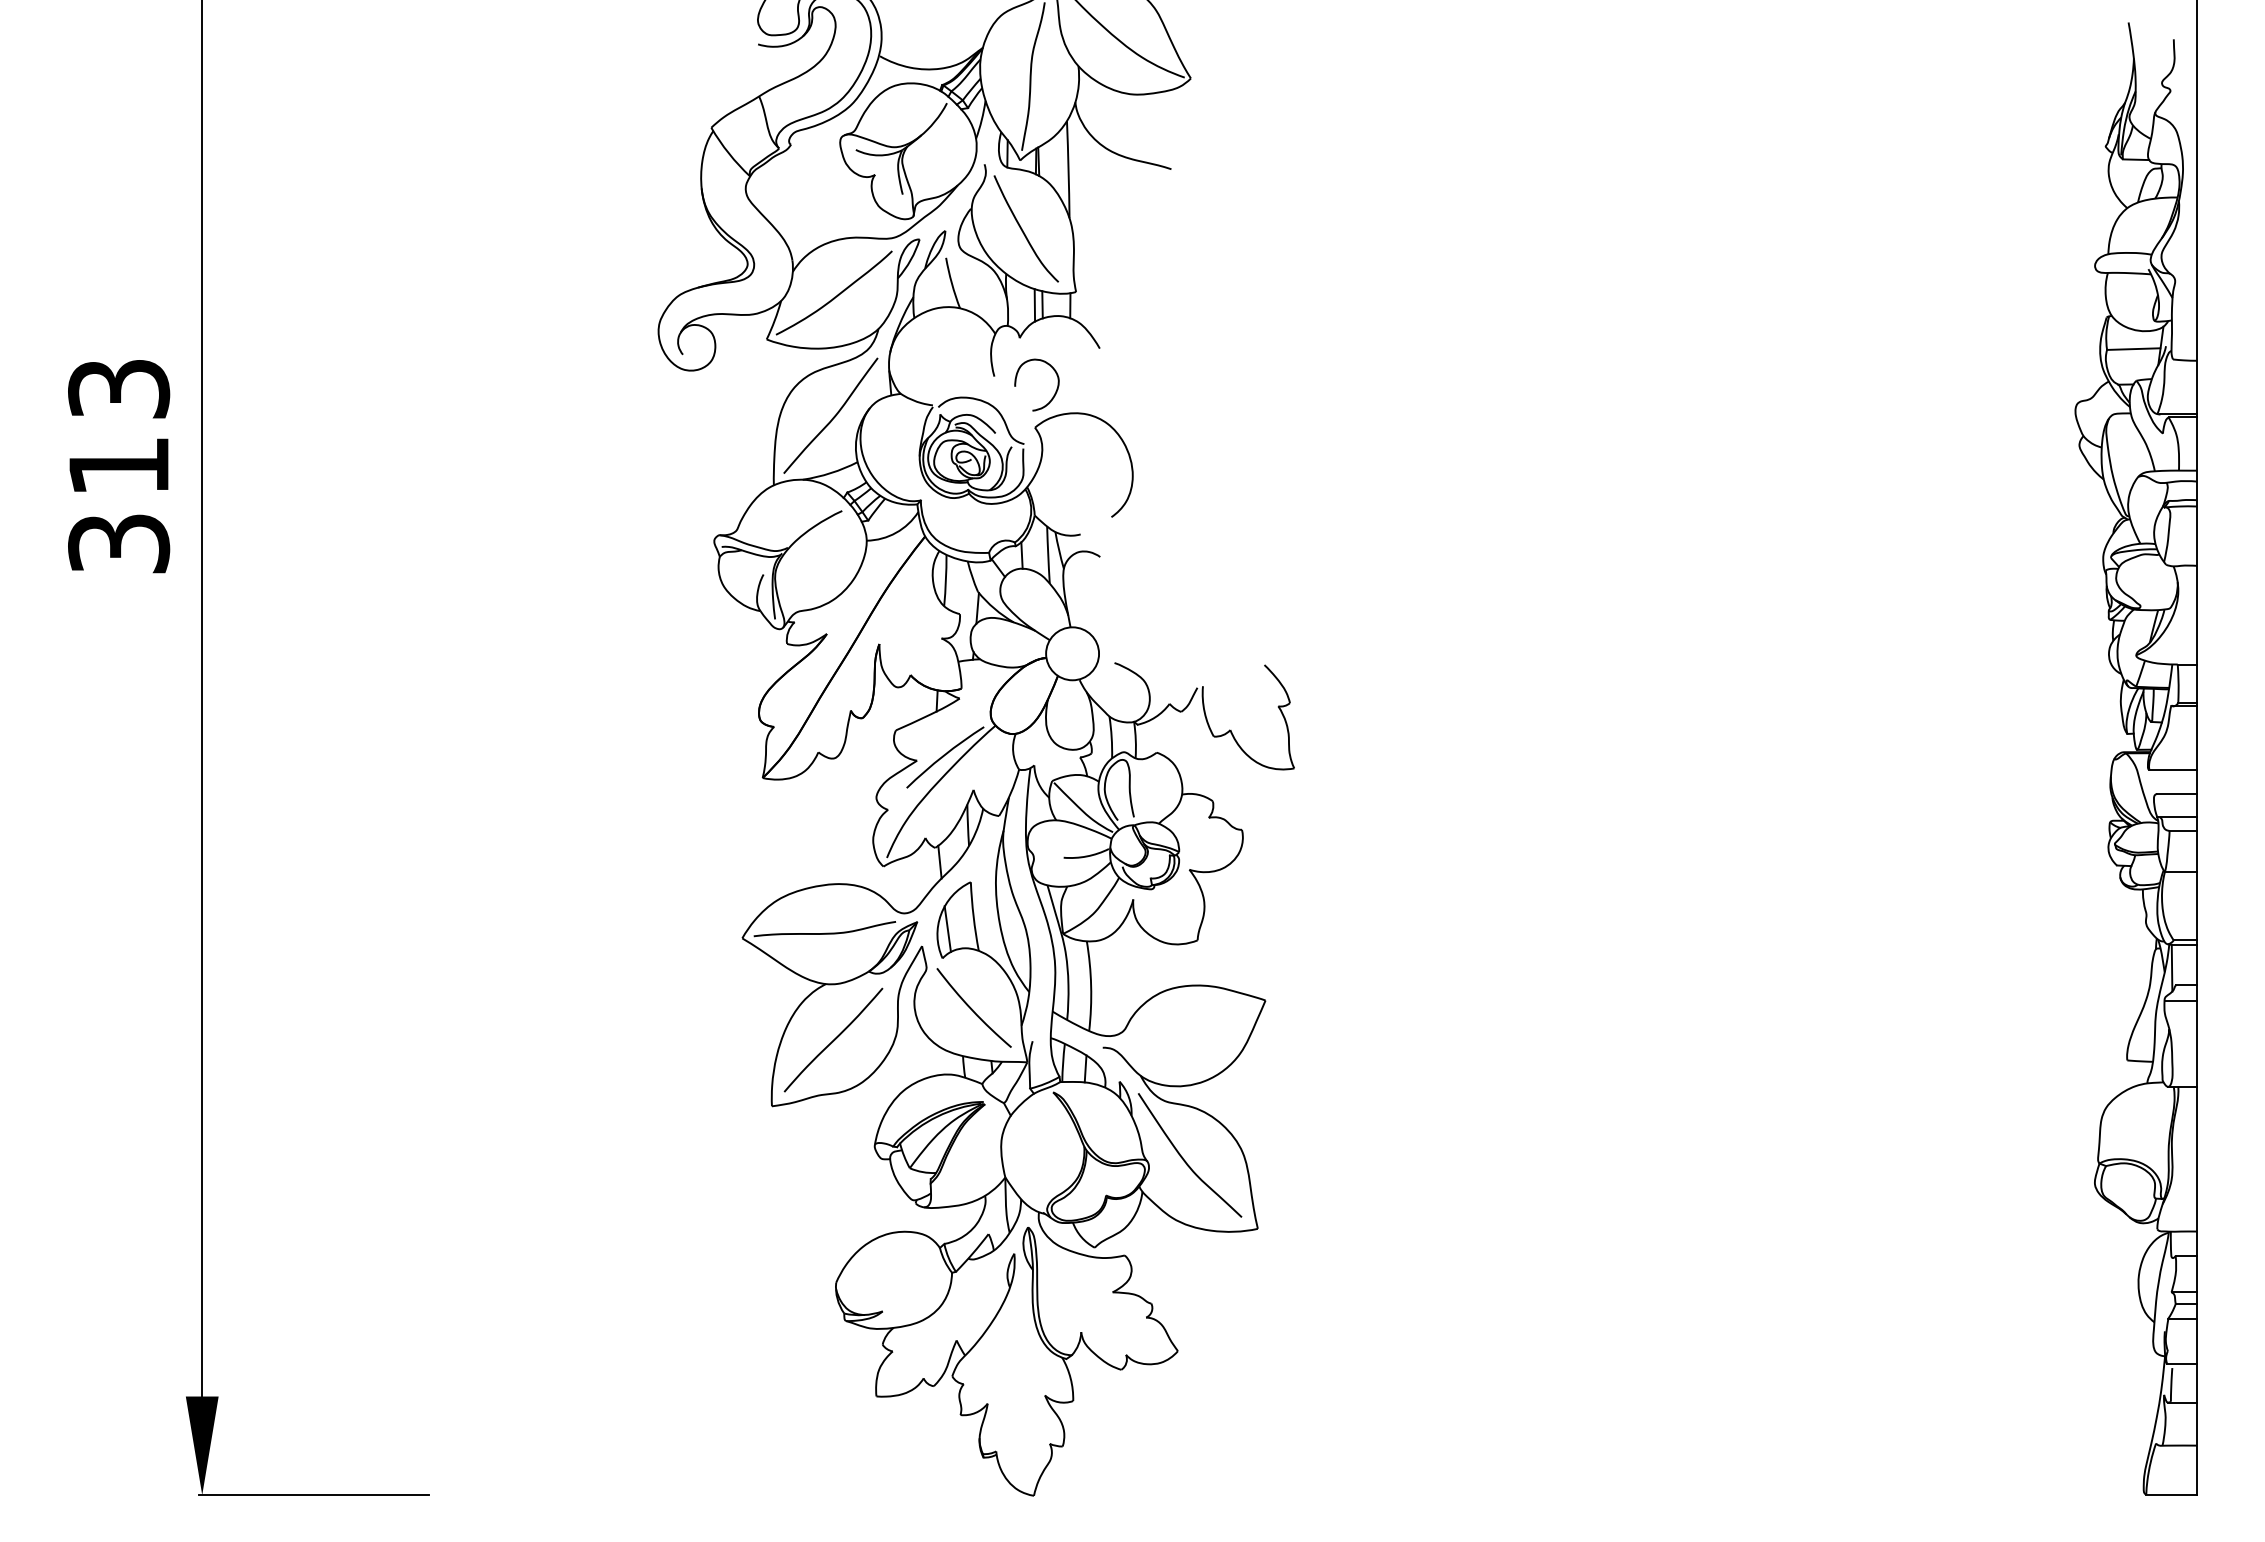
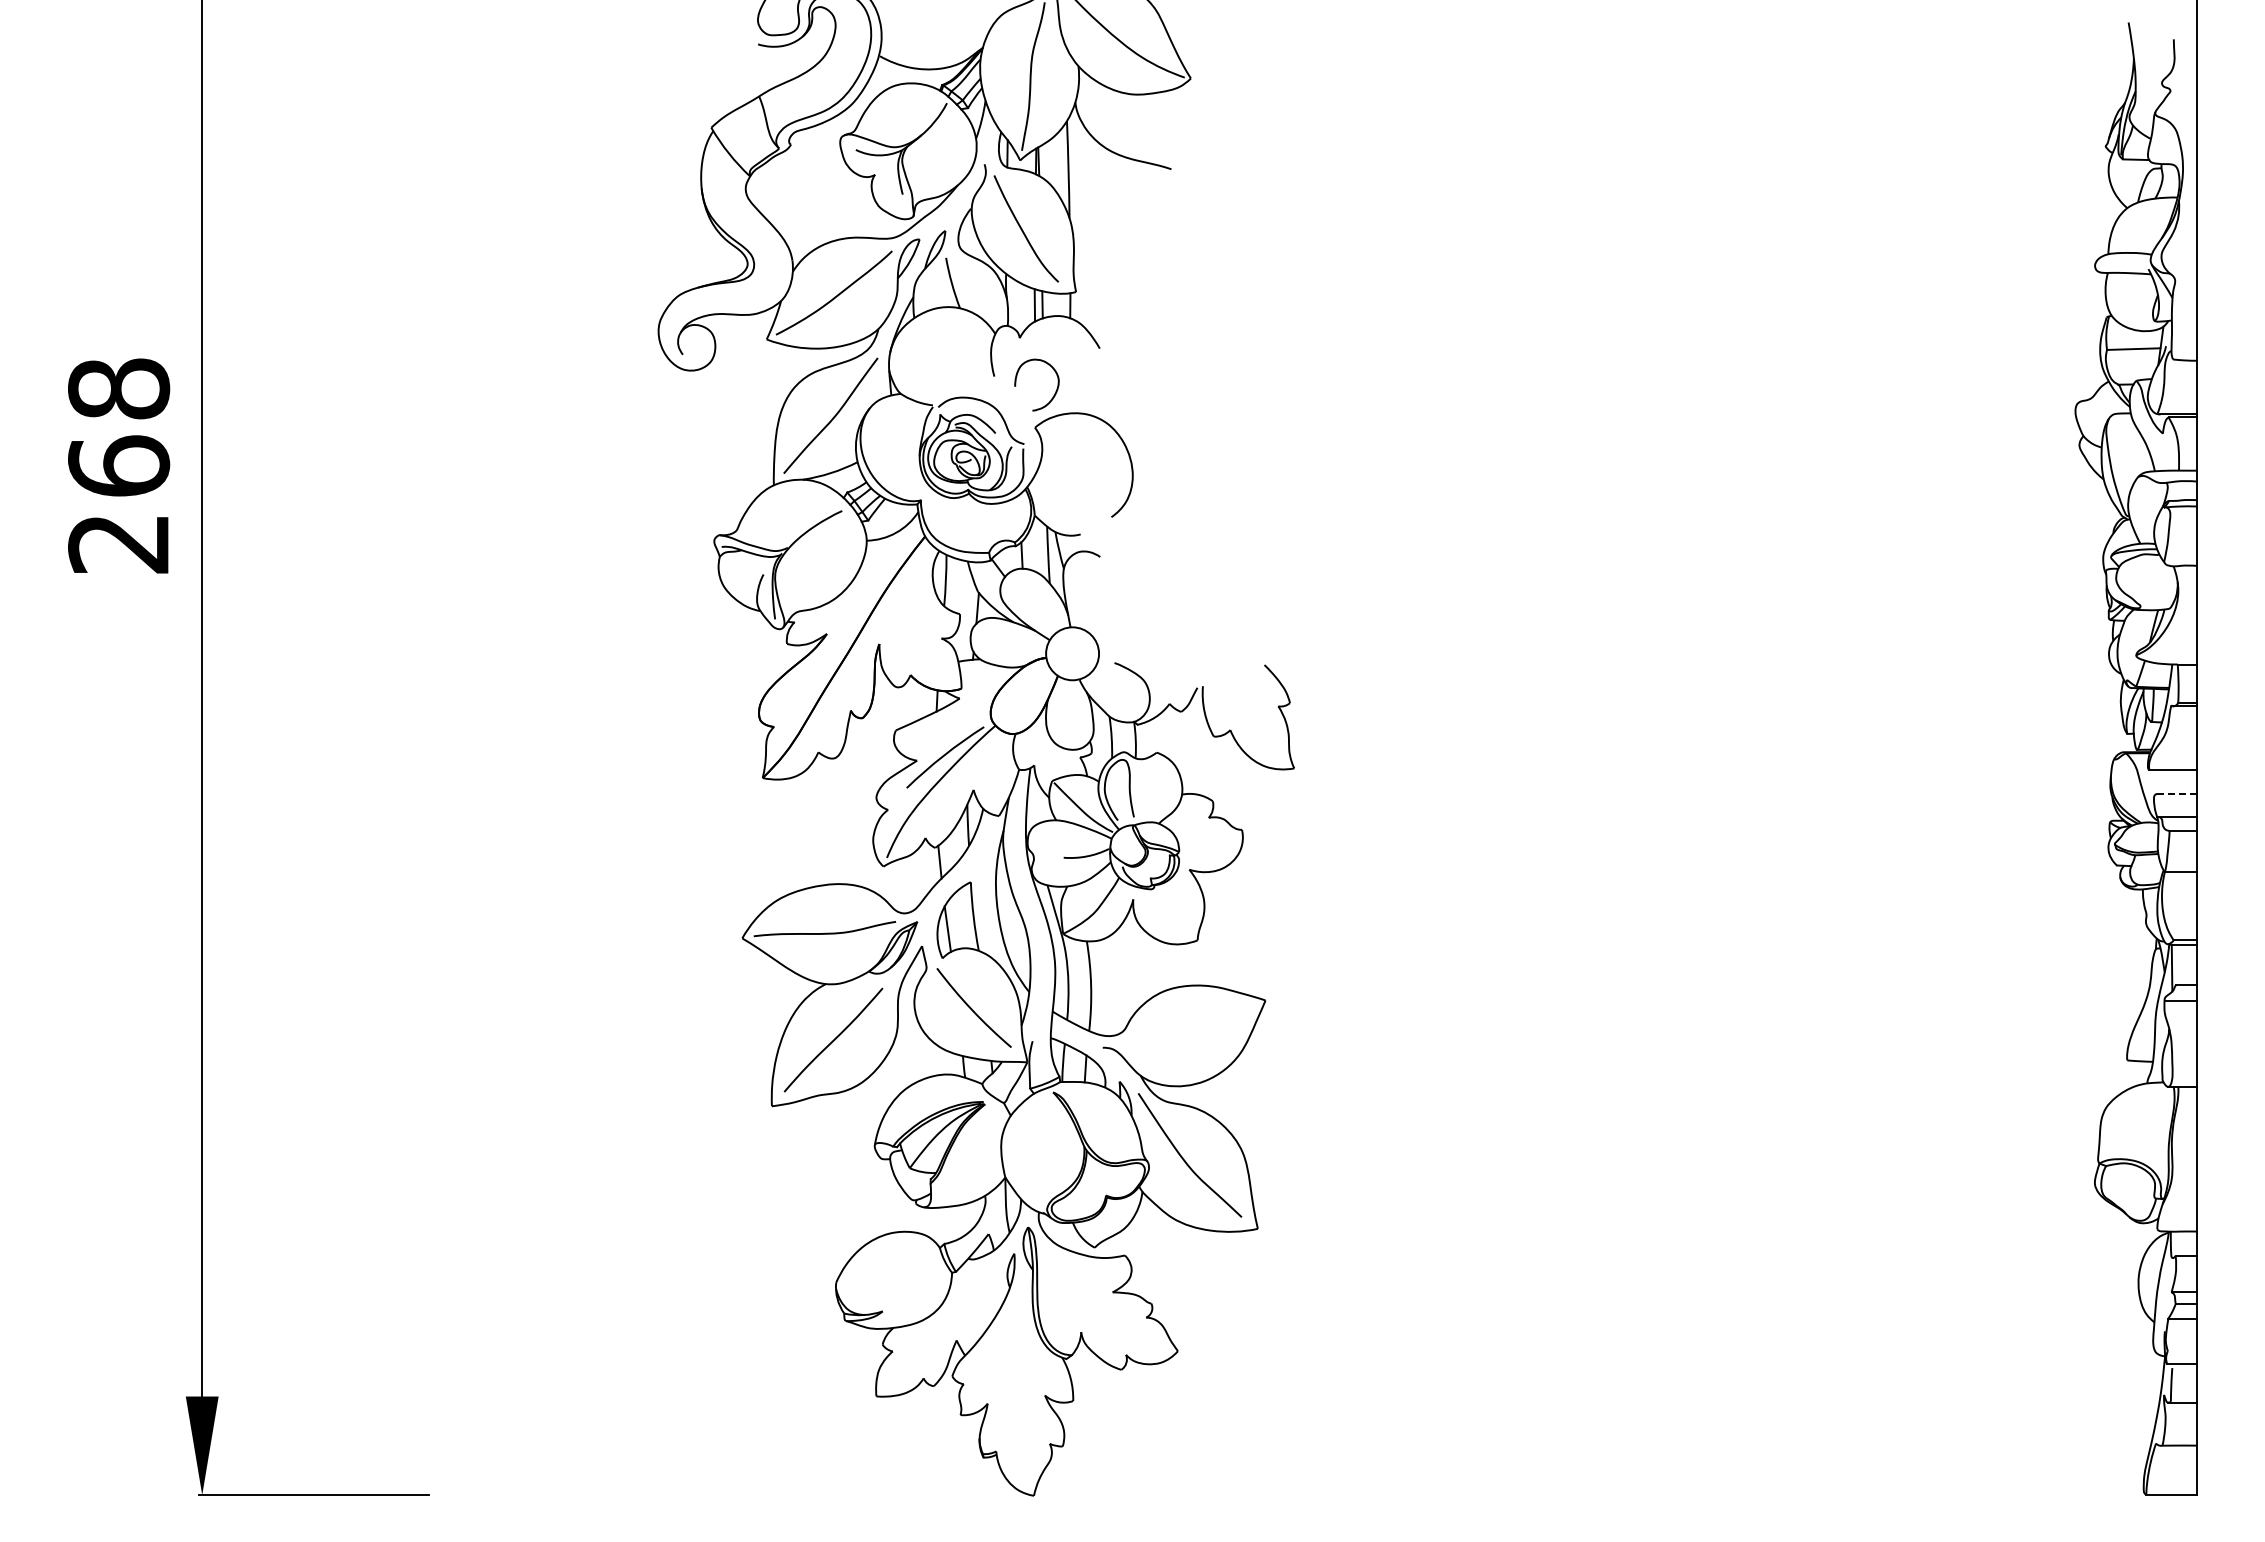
text at (119, 465): 313 -> 268
line at (2177, 794): solid -> dashed
